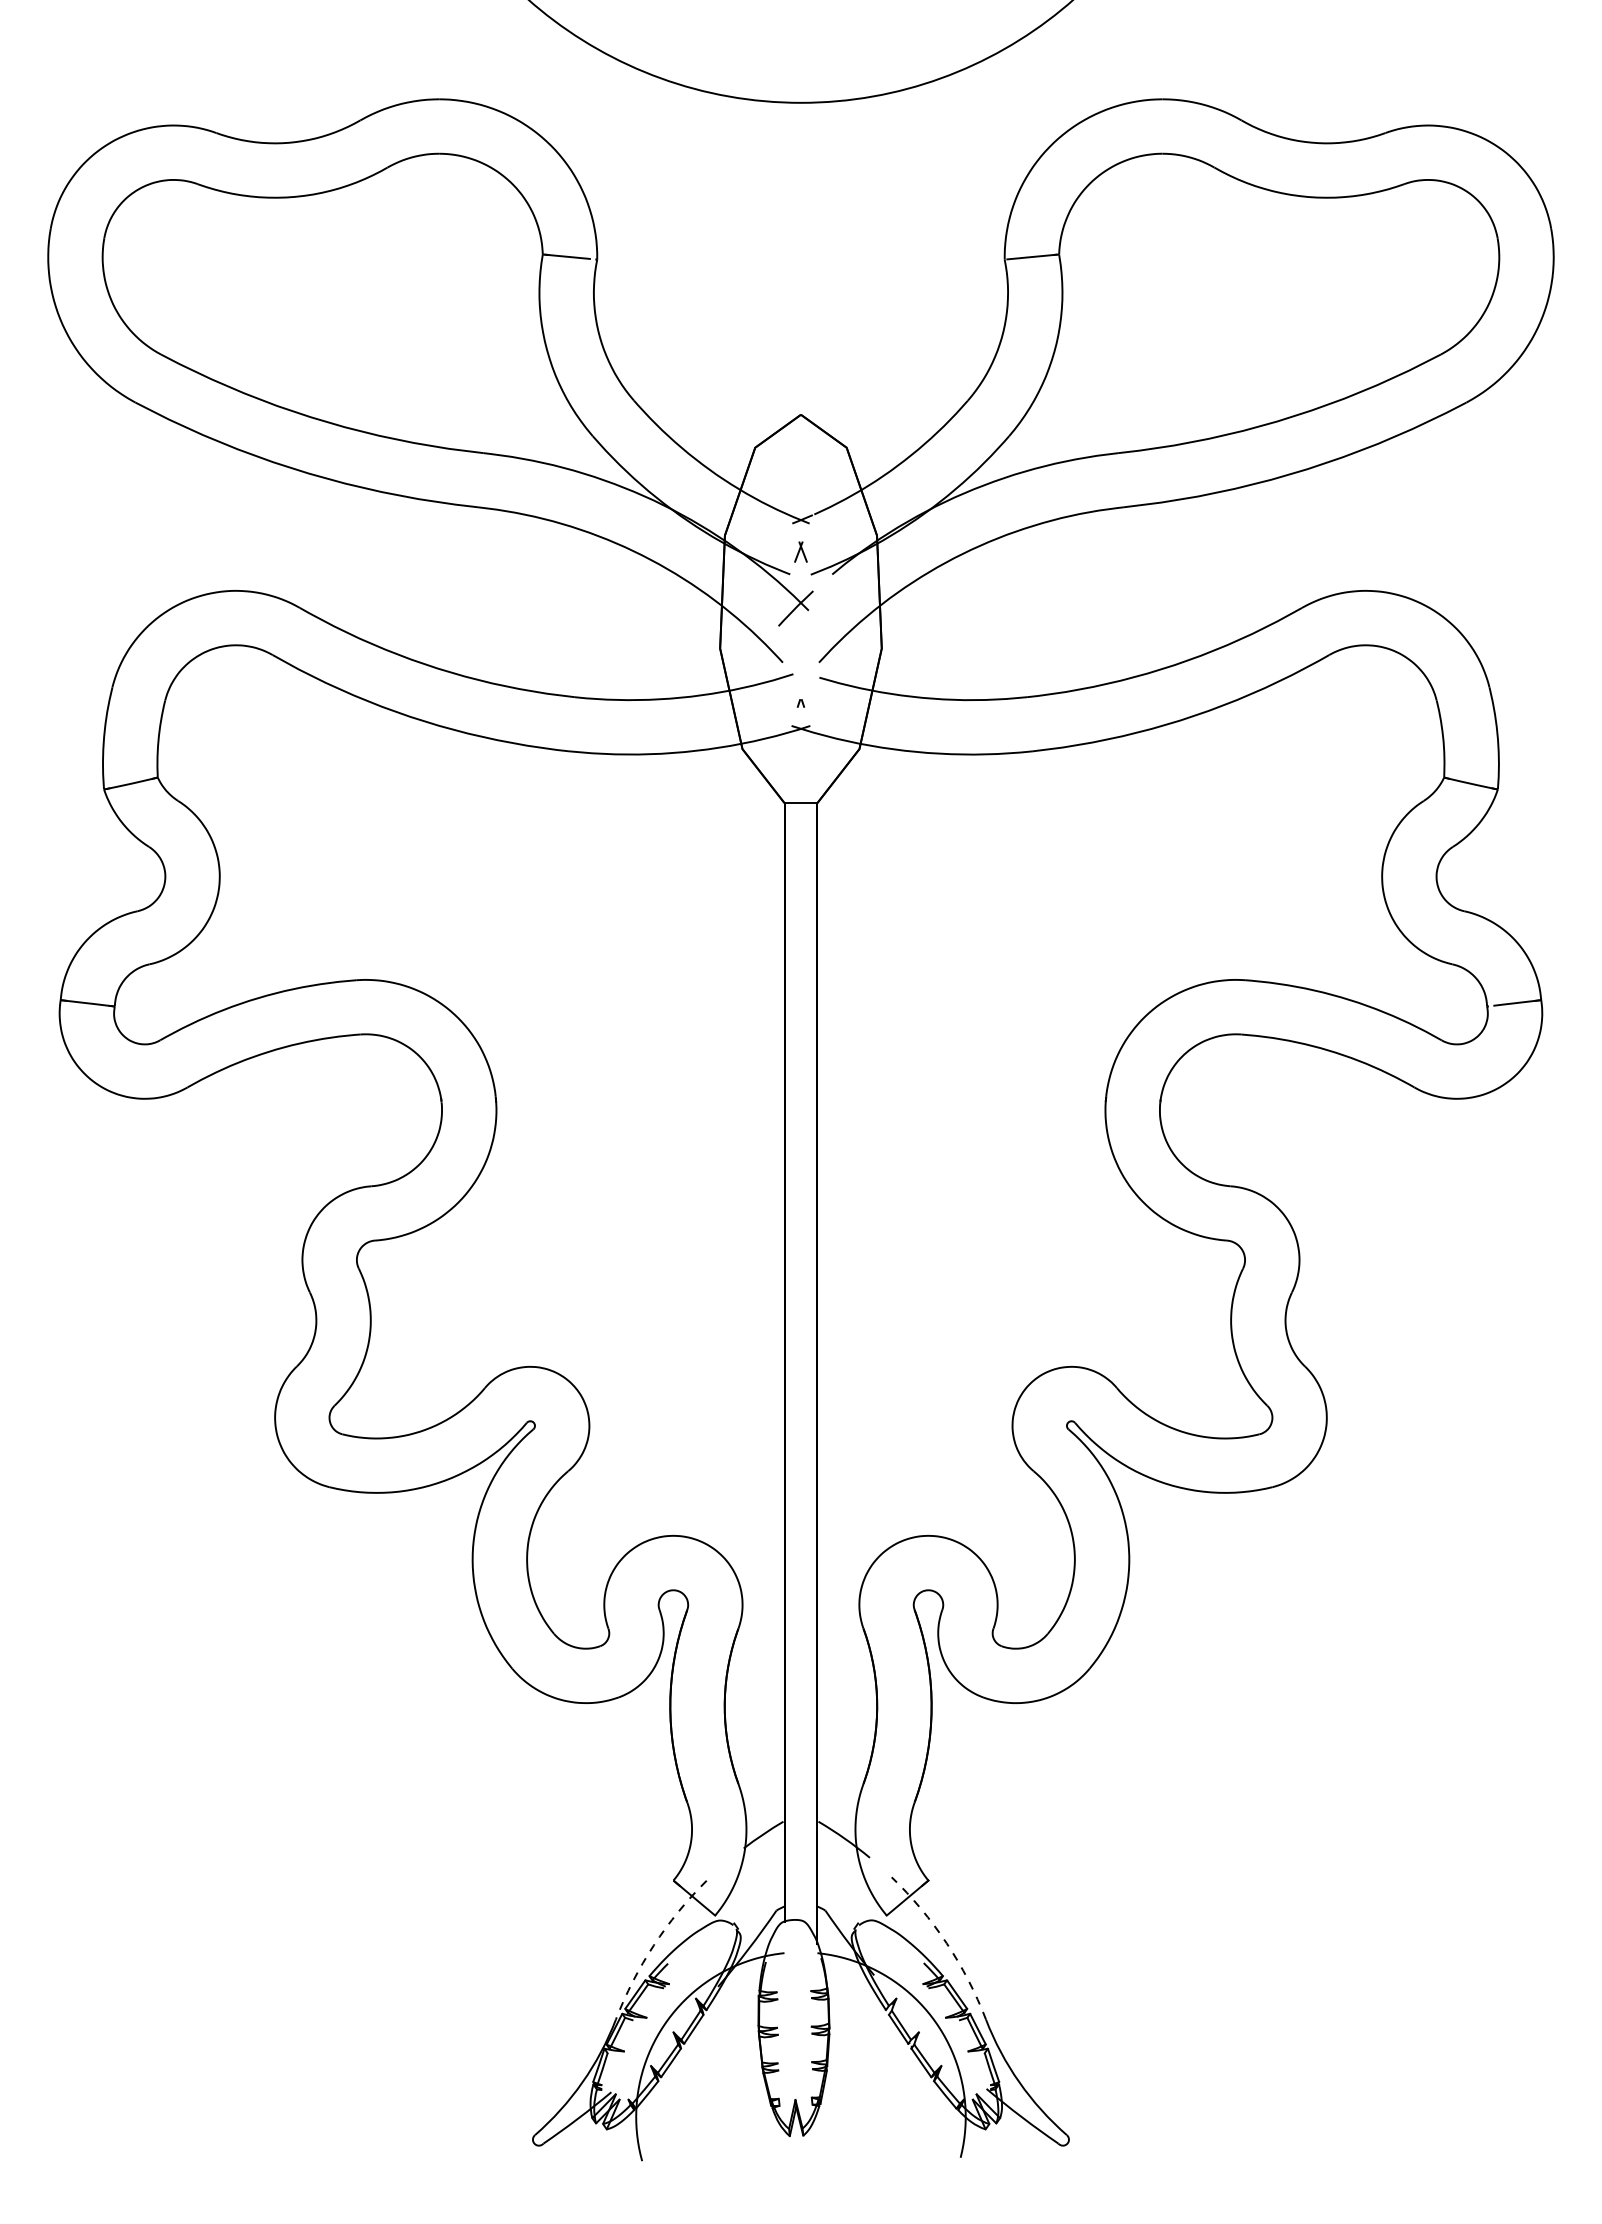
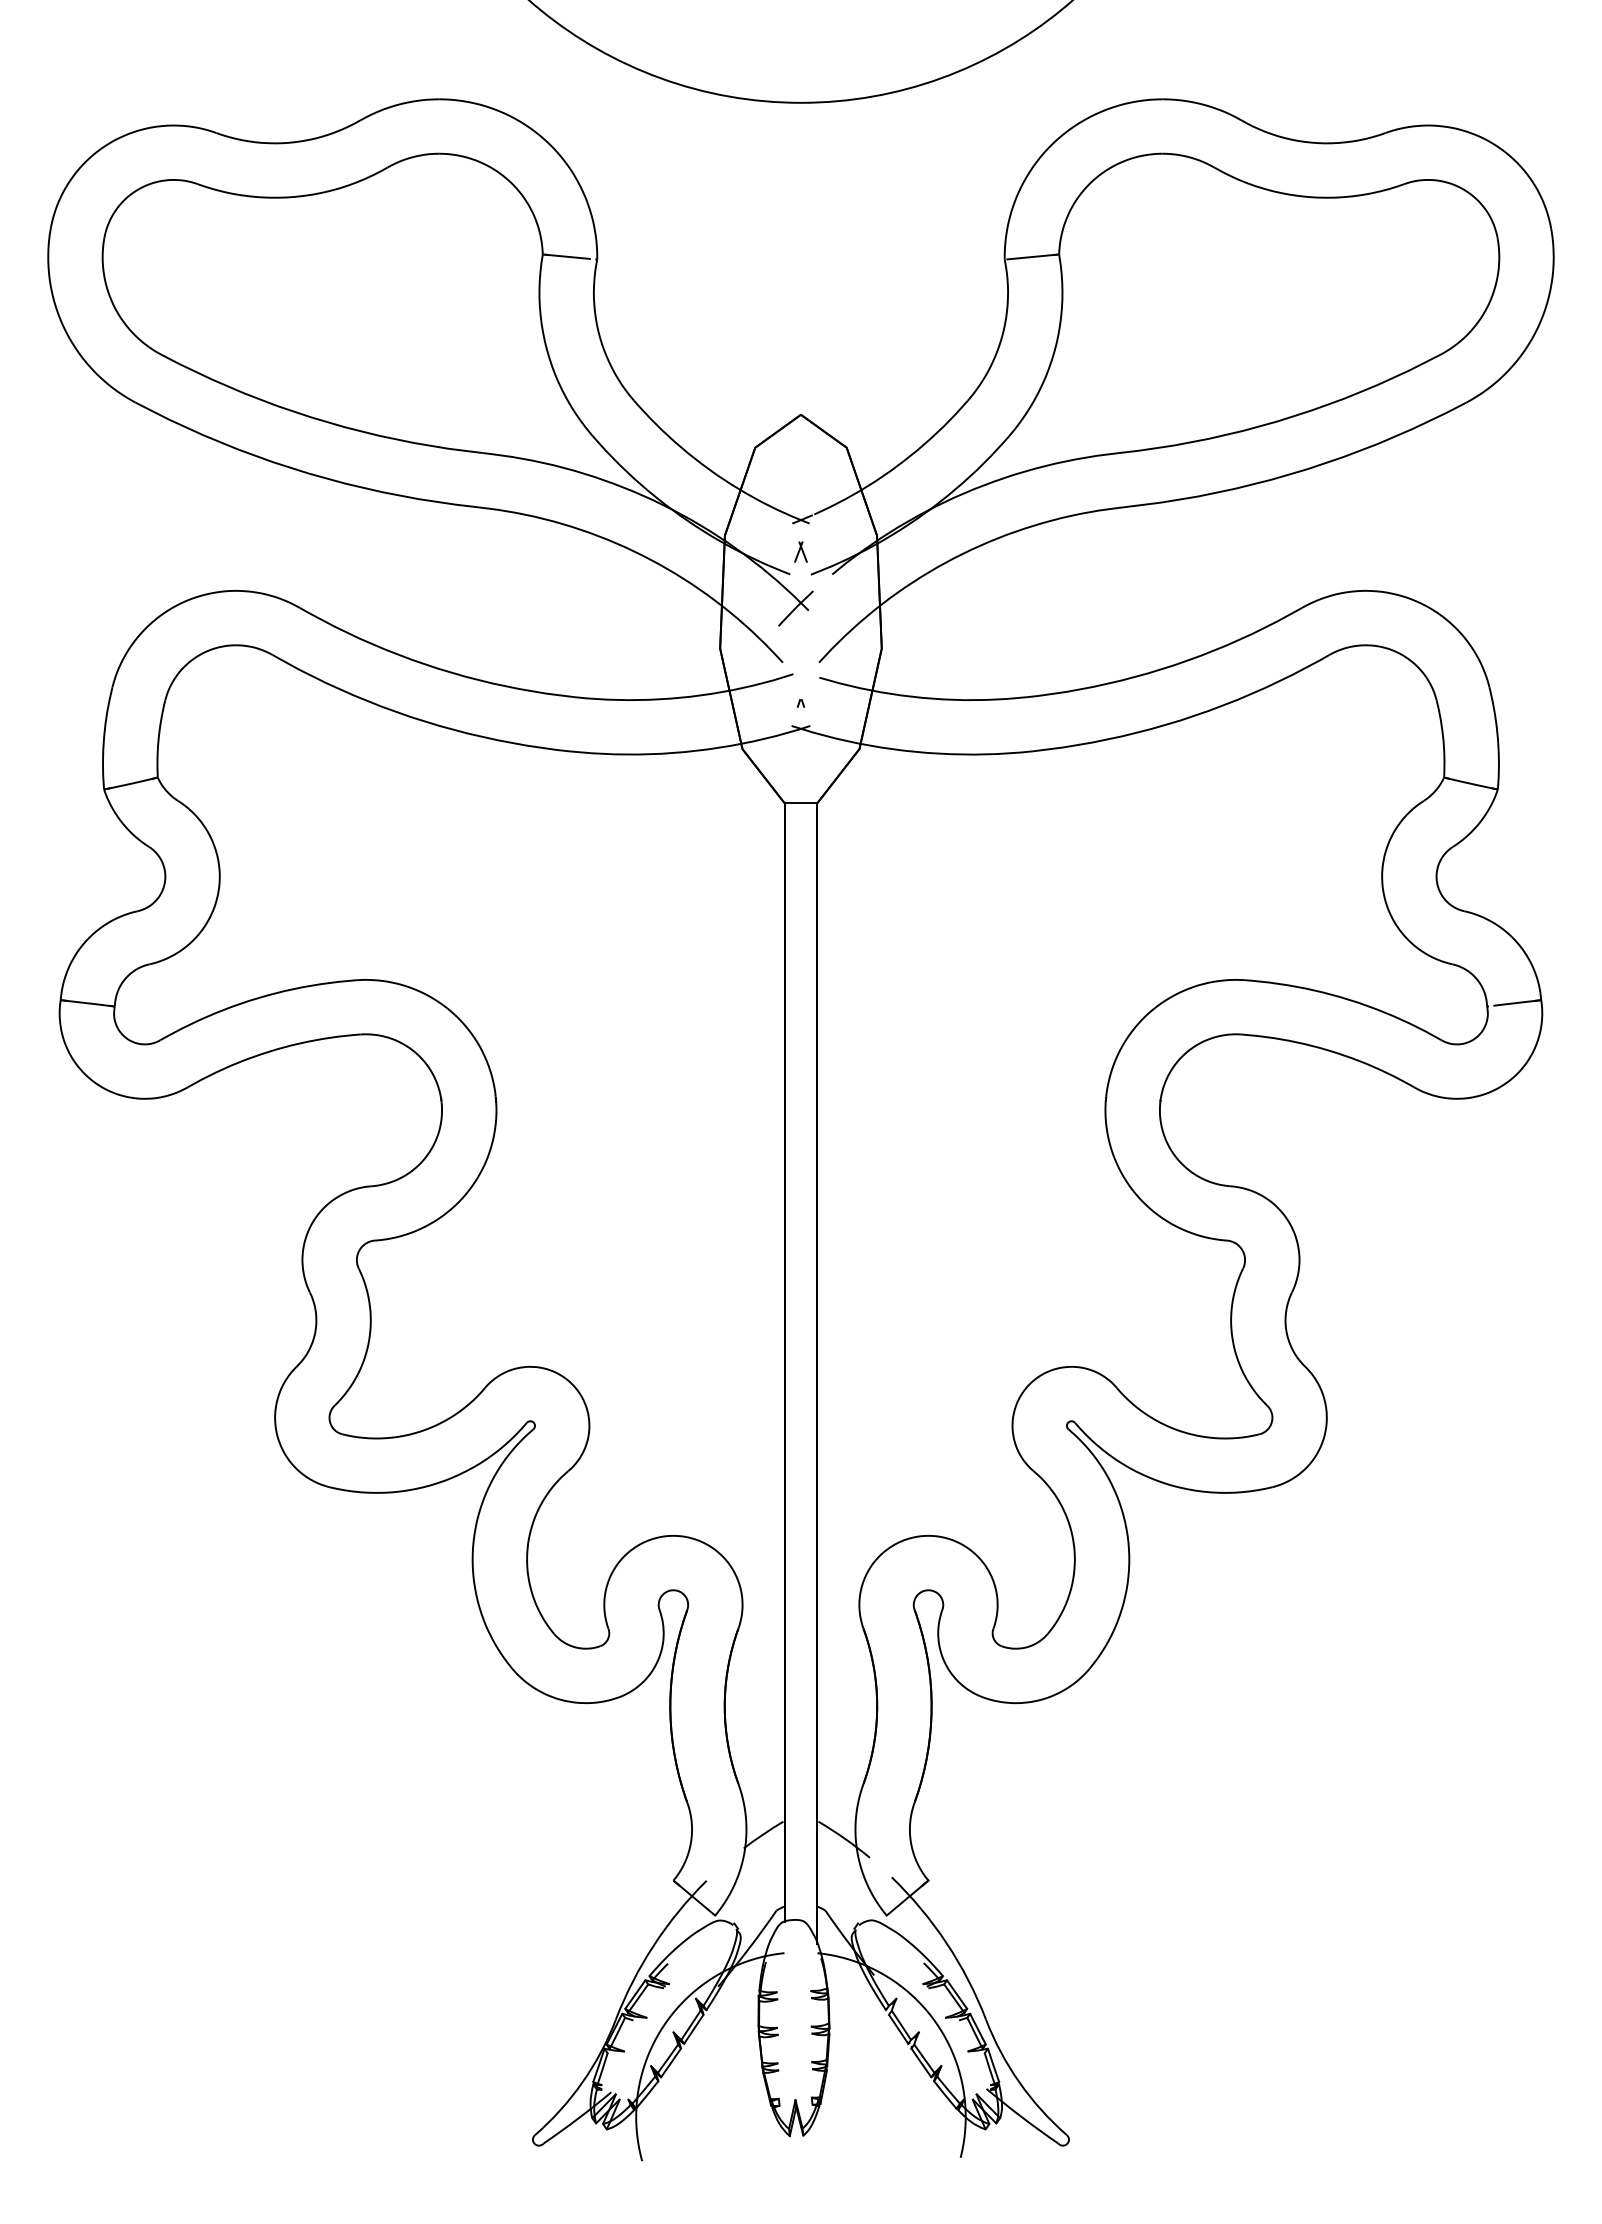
arc at (946, 1943): dashed -> solid
arc at (653, 1945): dashed -> solid
